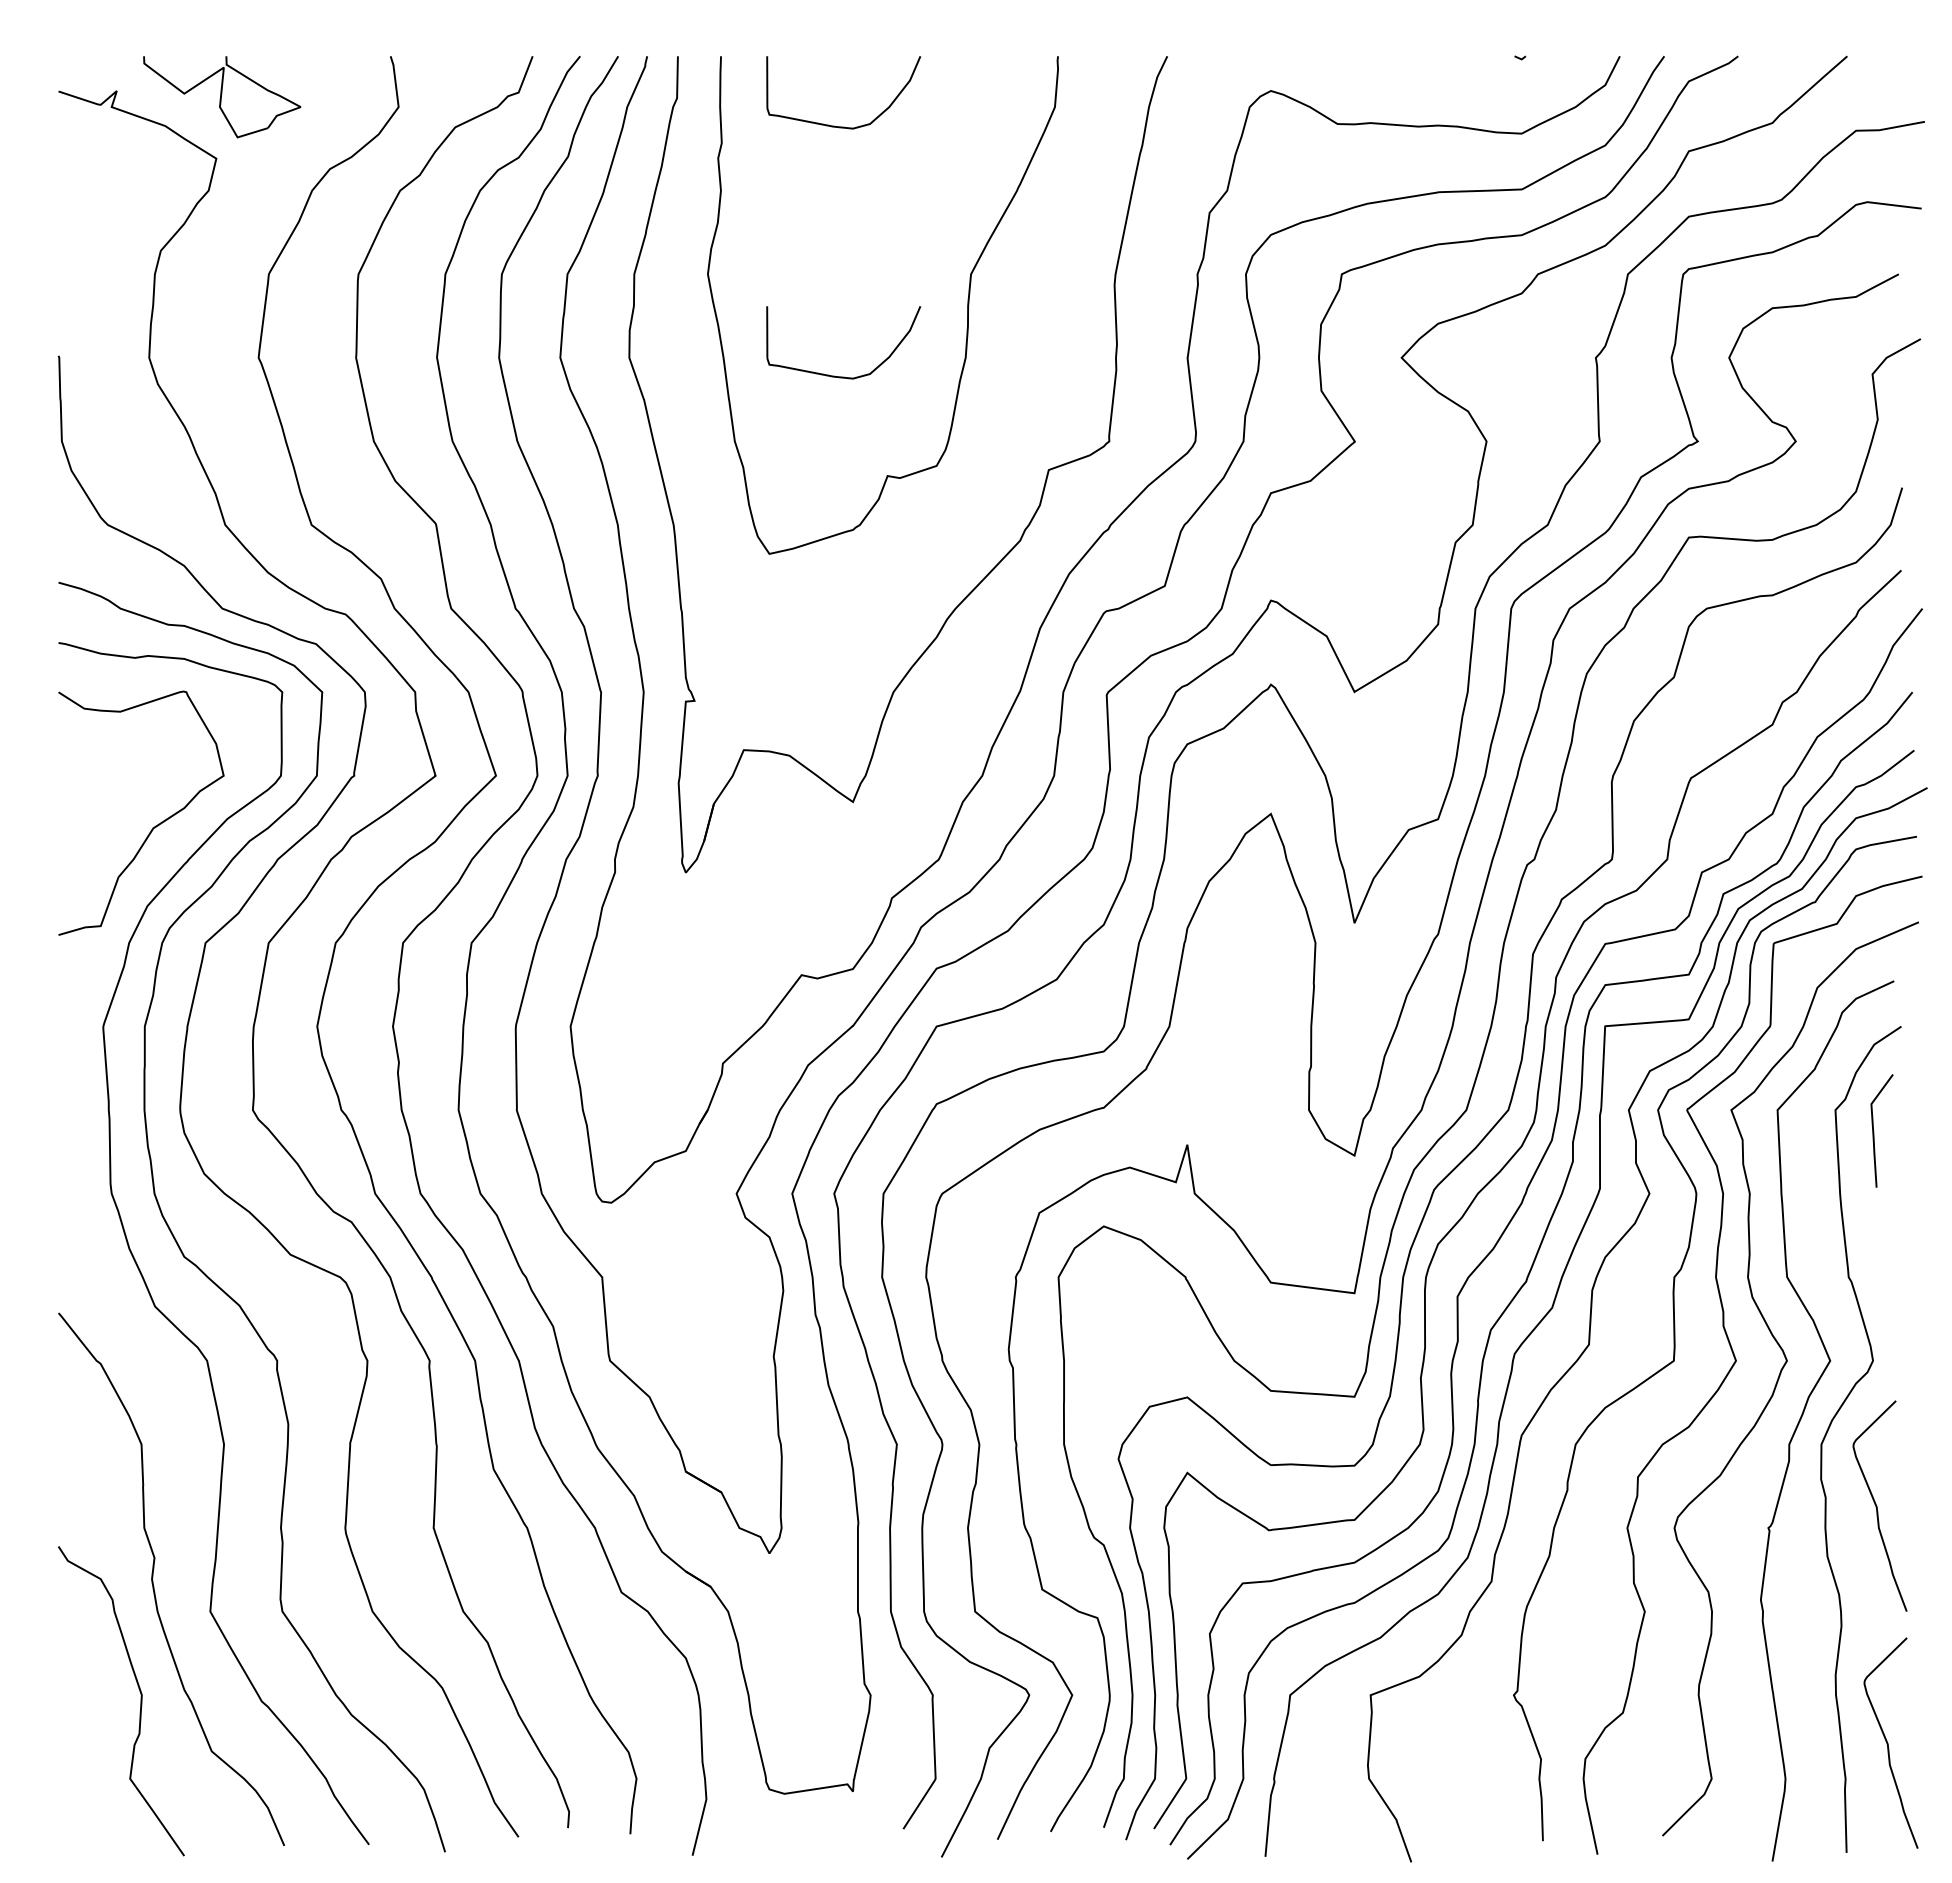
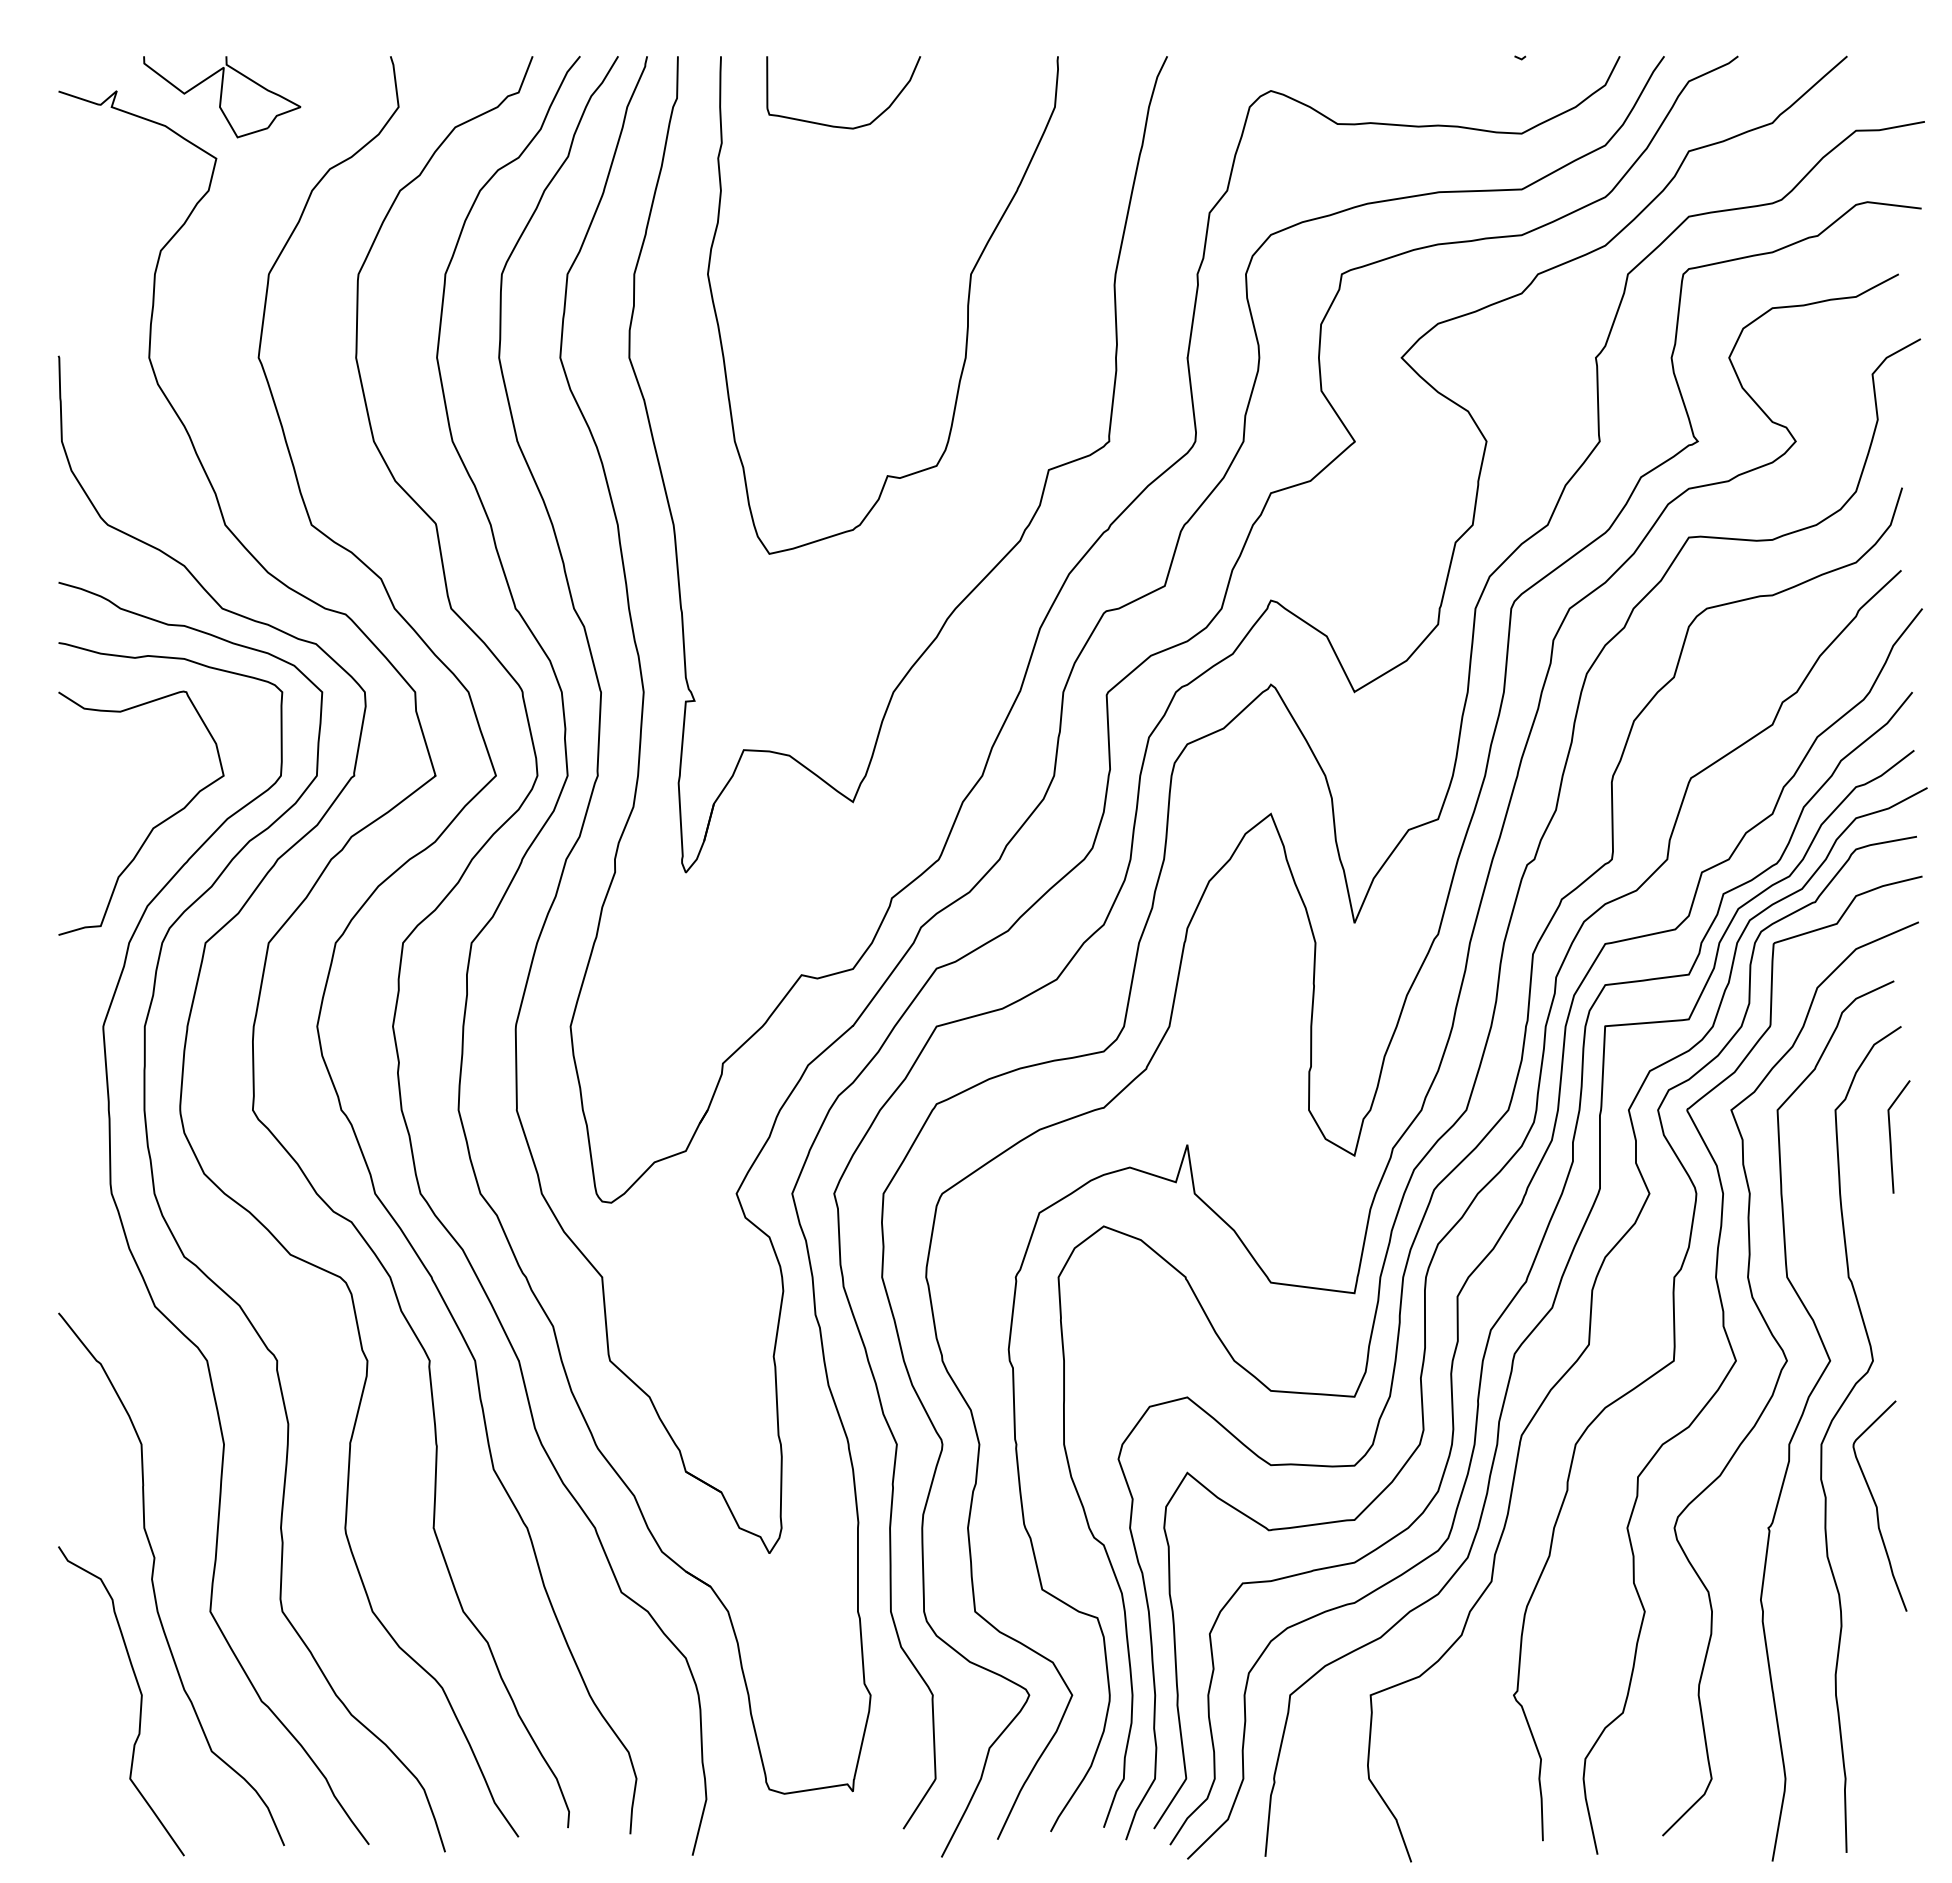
curve at (843, 376): present -> none
line at (1874, 1131) position: (1874, 1131) -> (1891, 1137)
curve at (1888, 1743): present -> none
